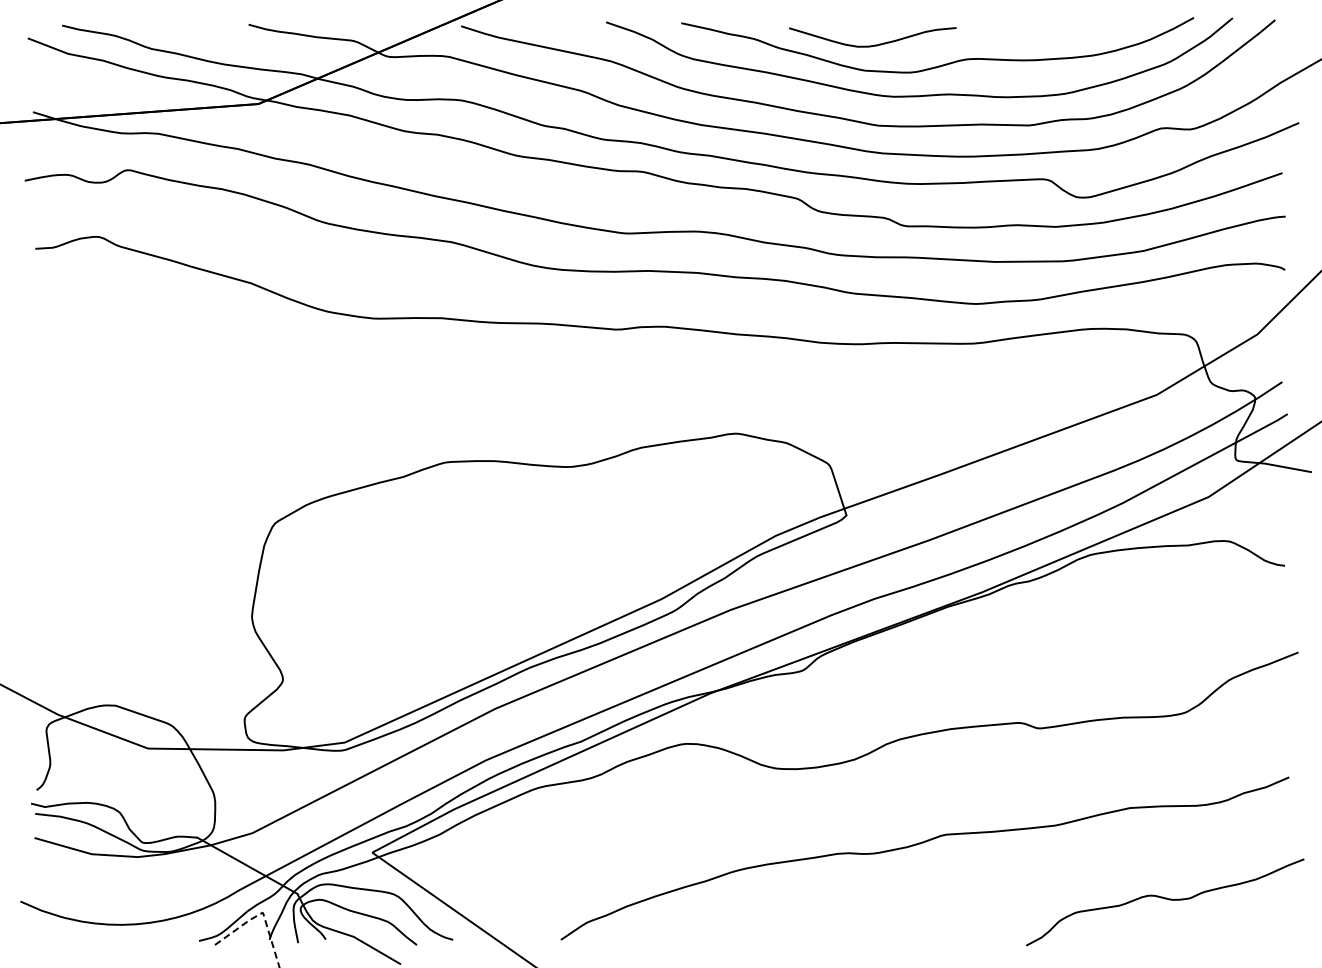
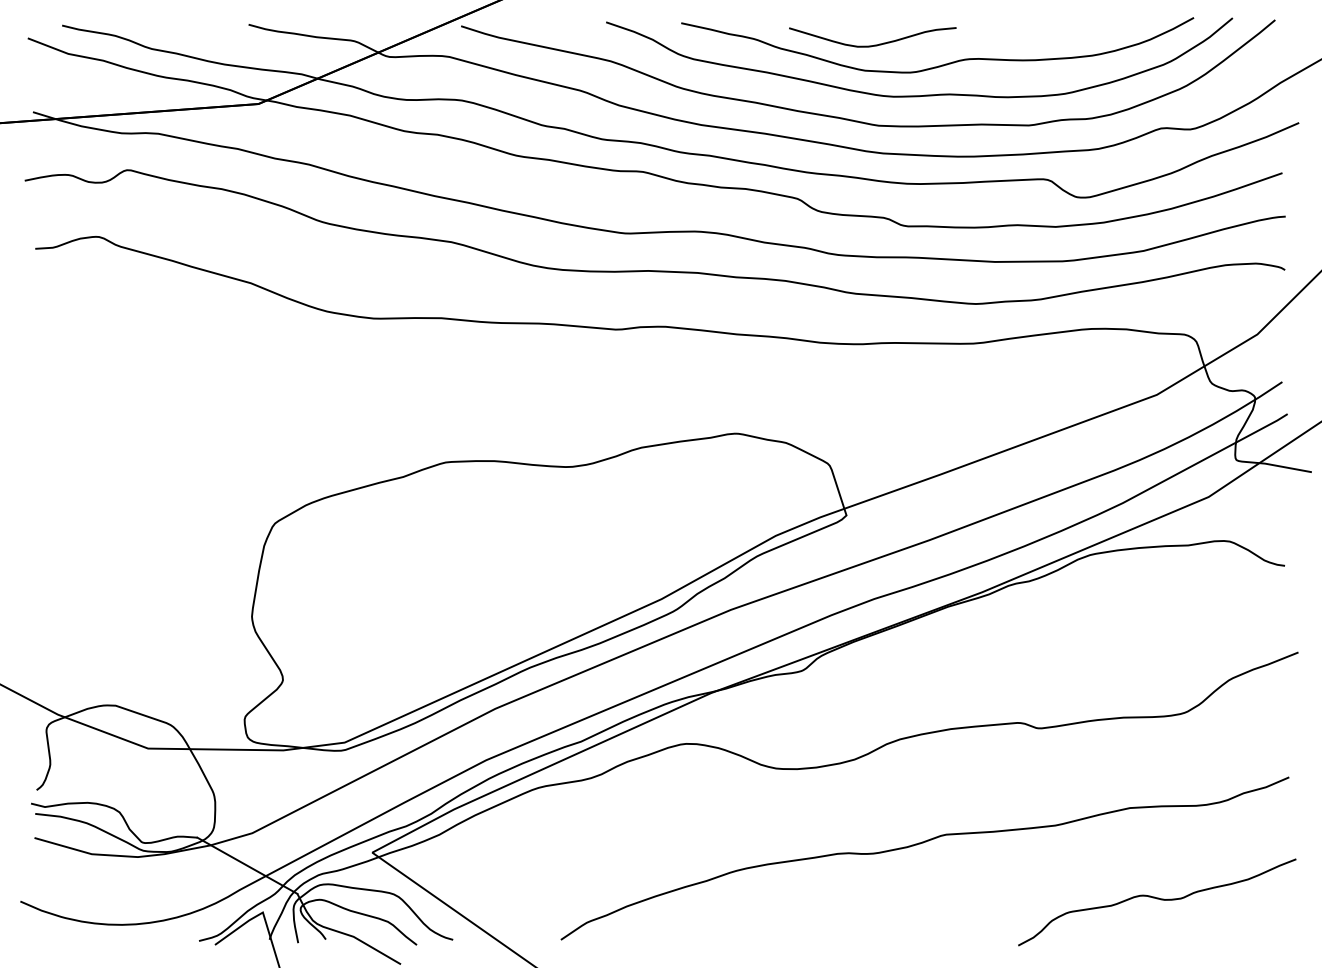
curve at (1165, 899) position: (1165, 899) -> (1157, 899)
line at (262, 912): dashed -> solid
